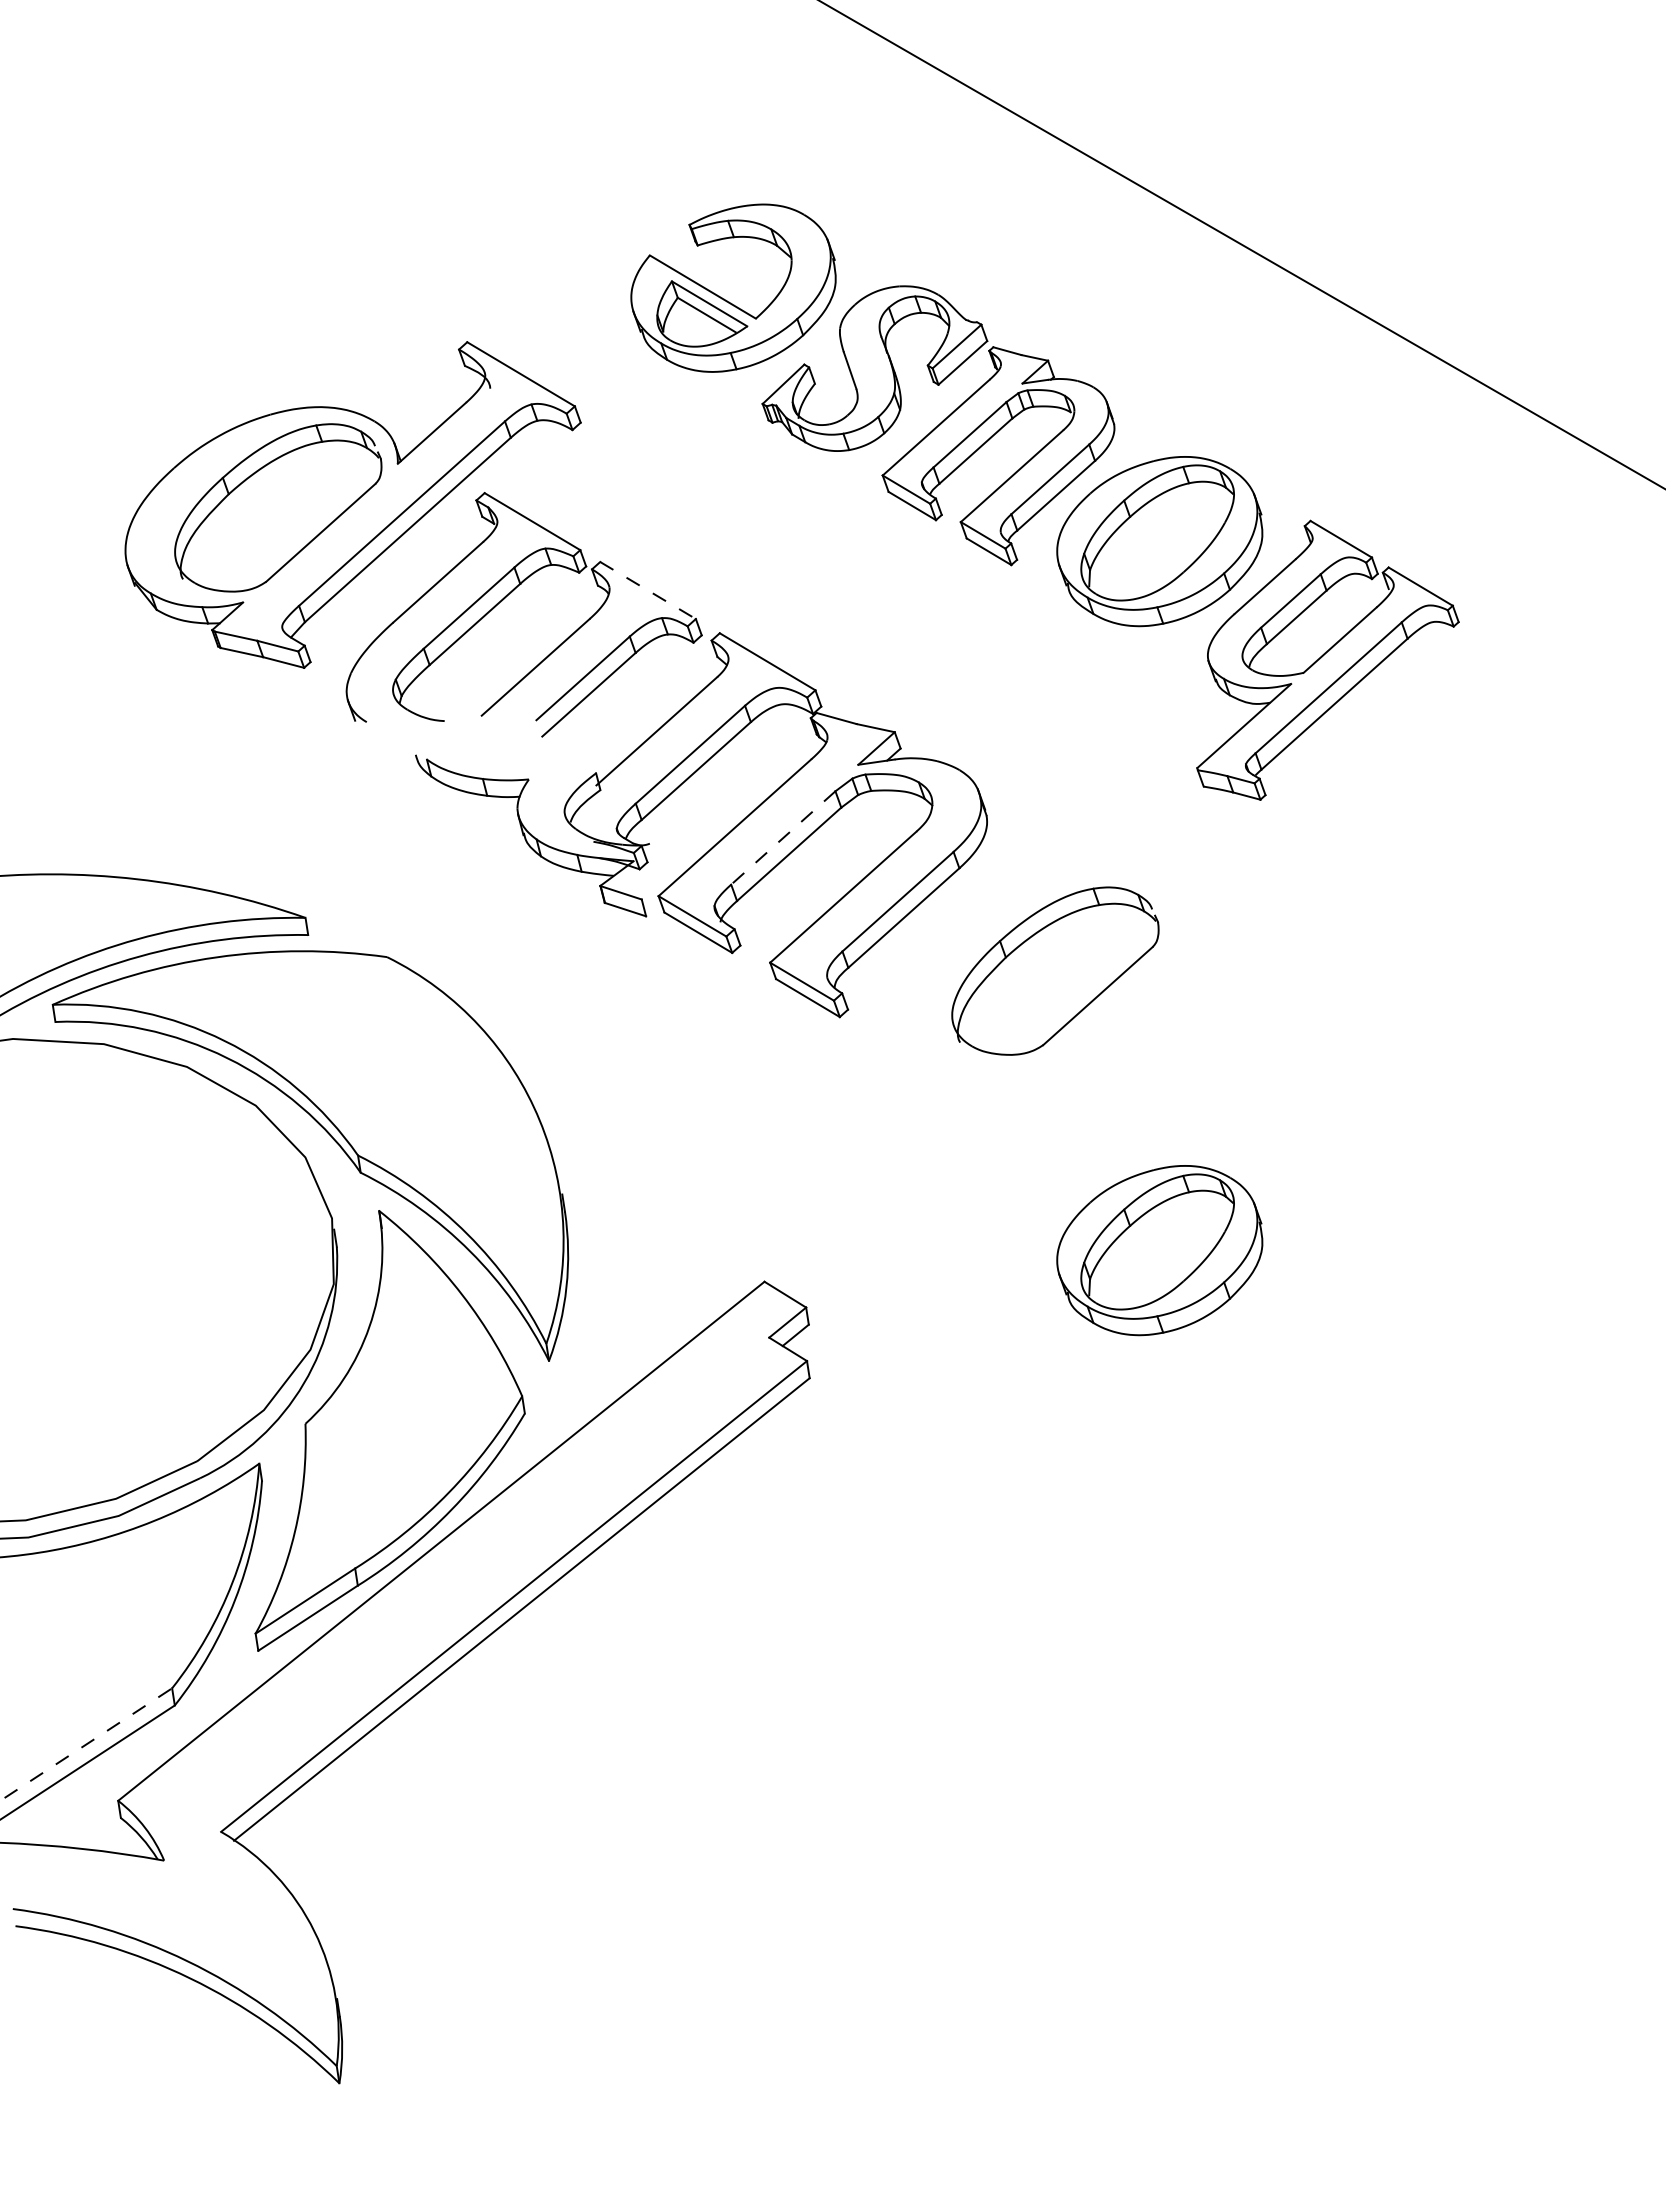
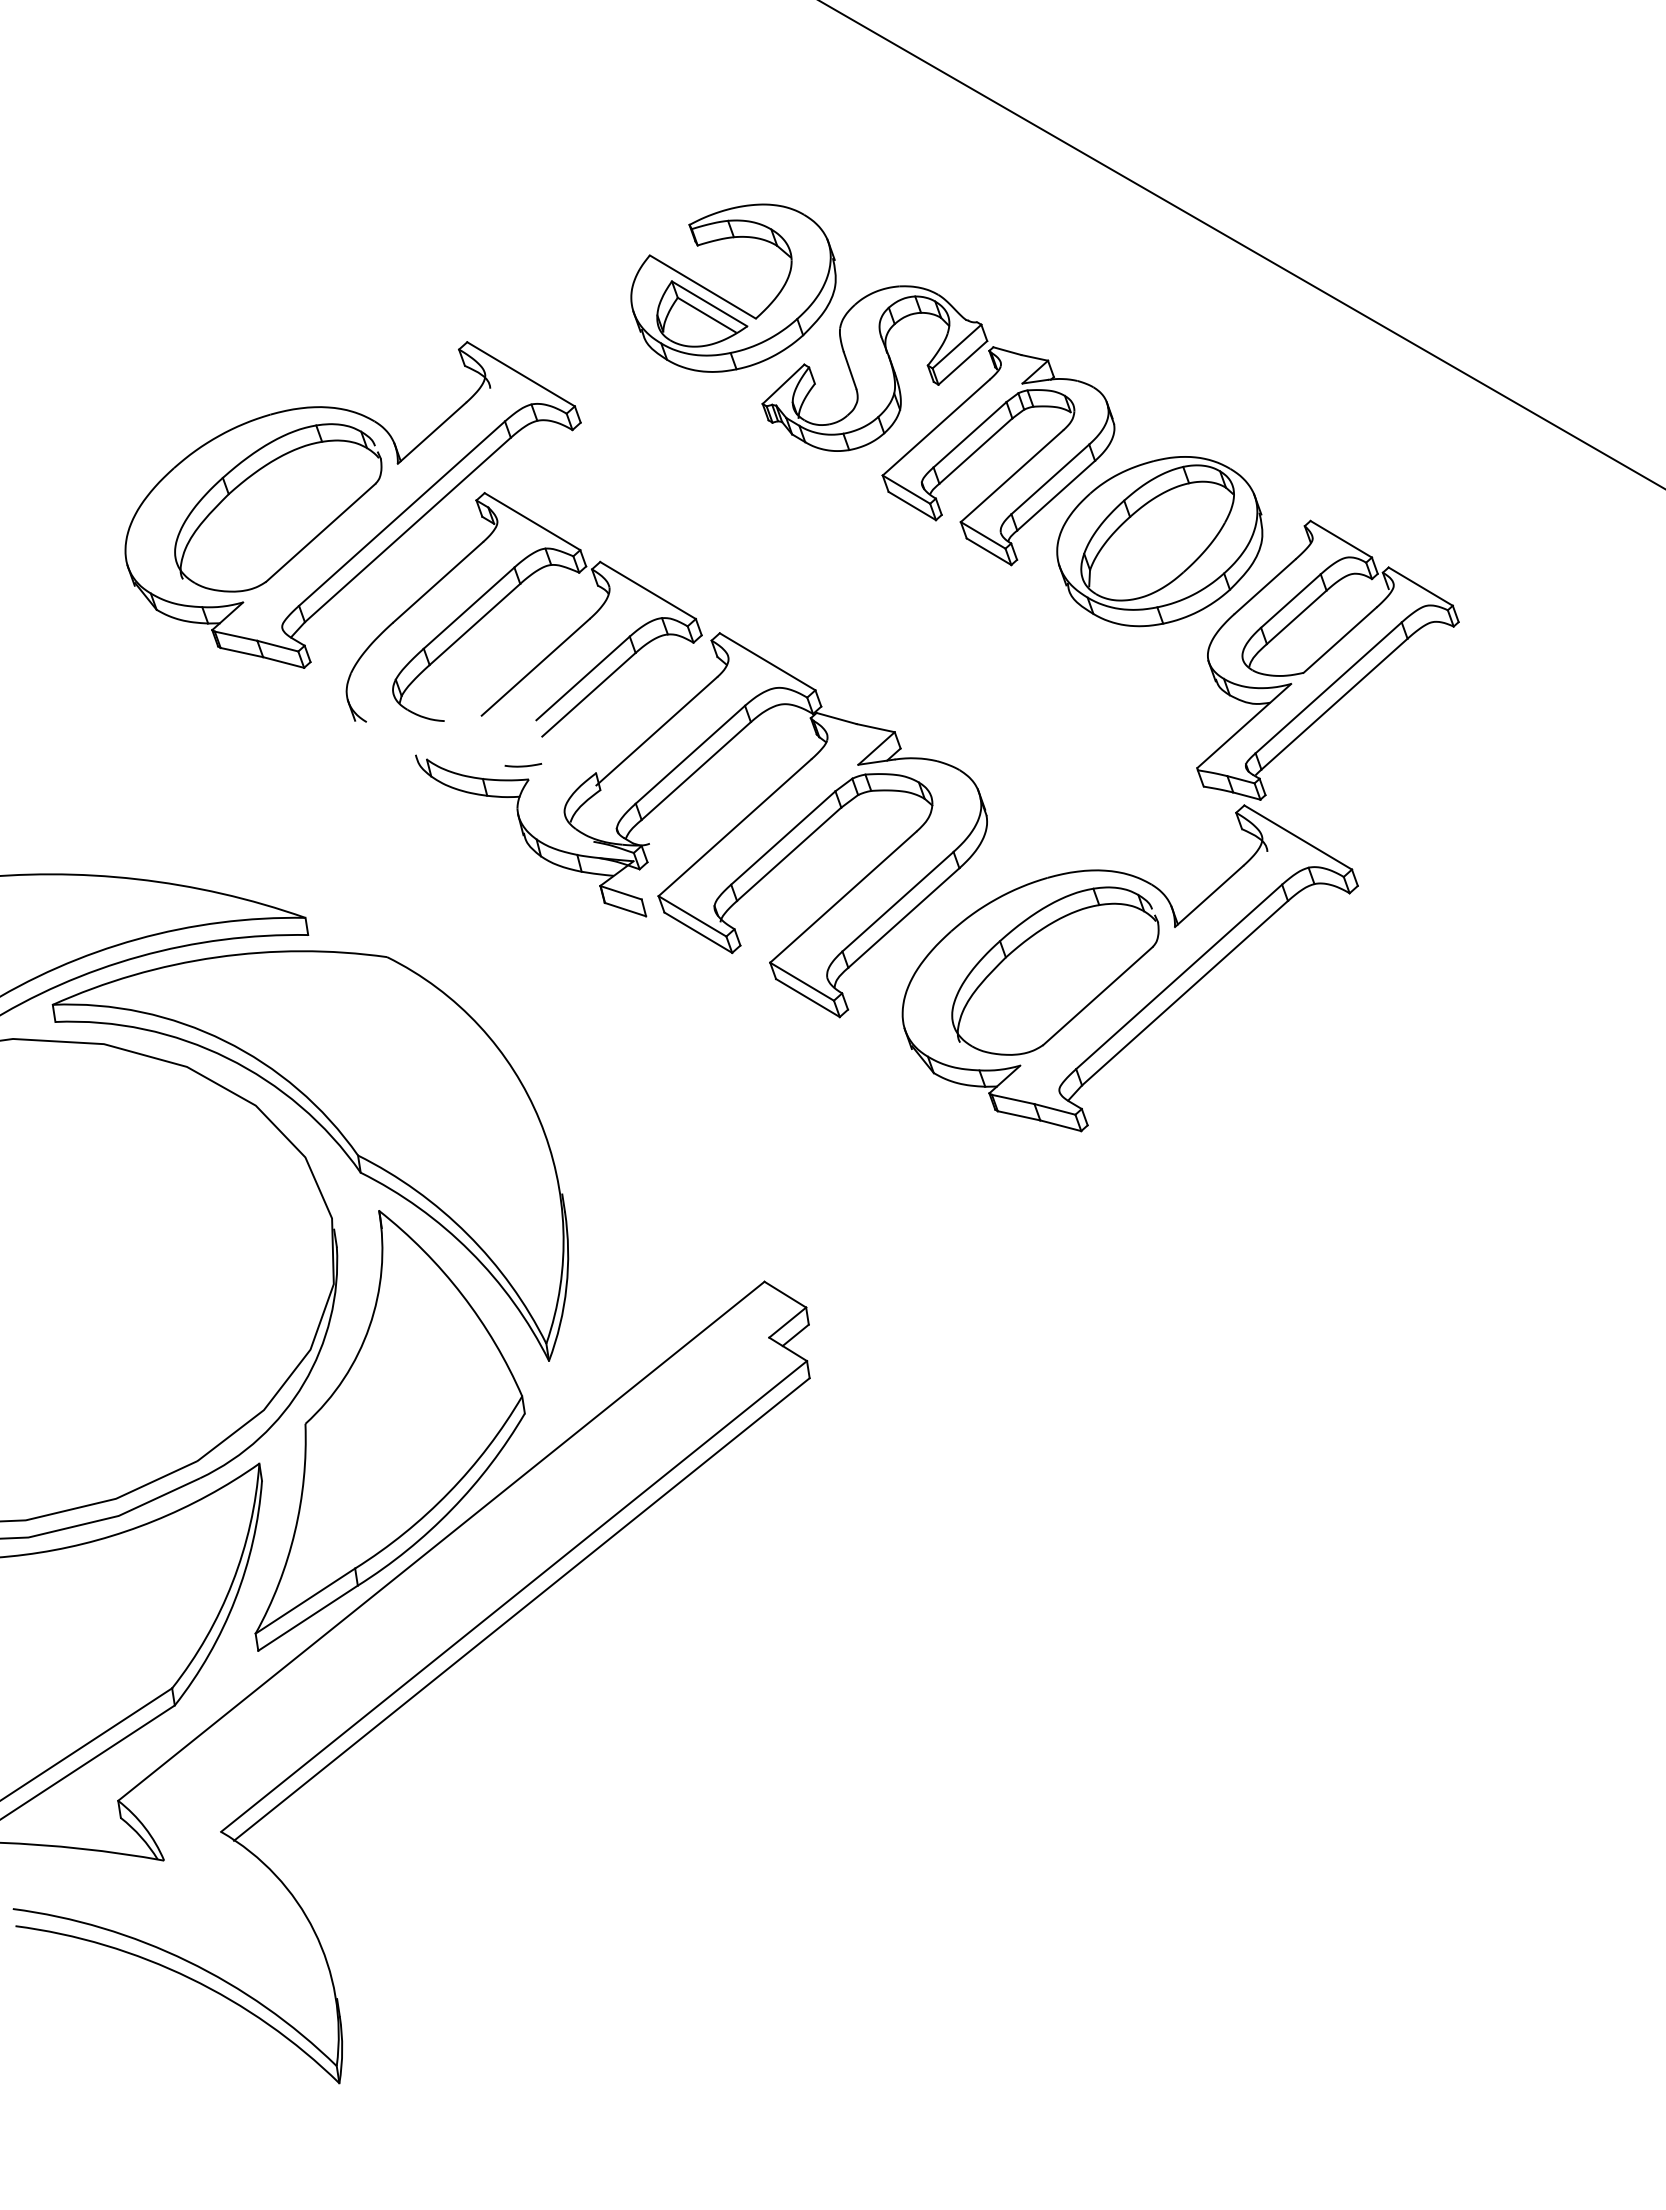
line at (648, 590): dashed -> solid
curve at (523, 765): none -> present
line at (783, 837): dashed -> solid
part at (1129, 968): none -> present
part at (1159, 1250): present -> none
line at (86, 1744): dashed -> solid
